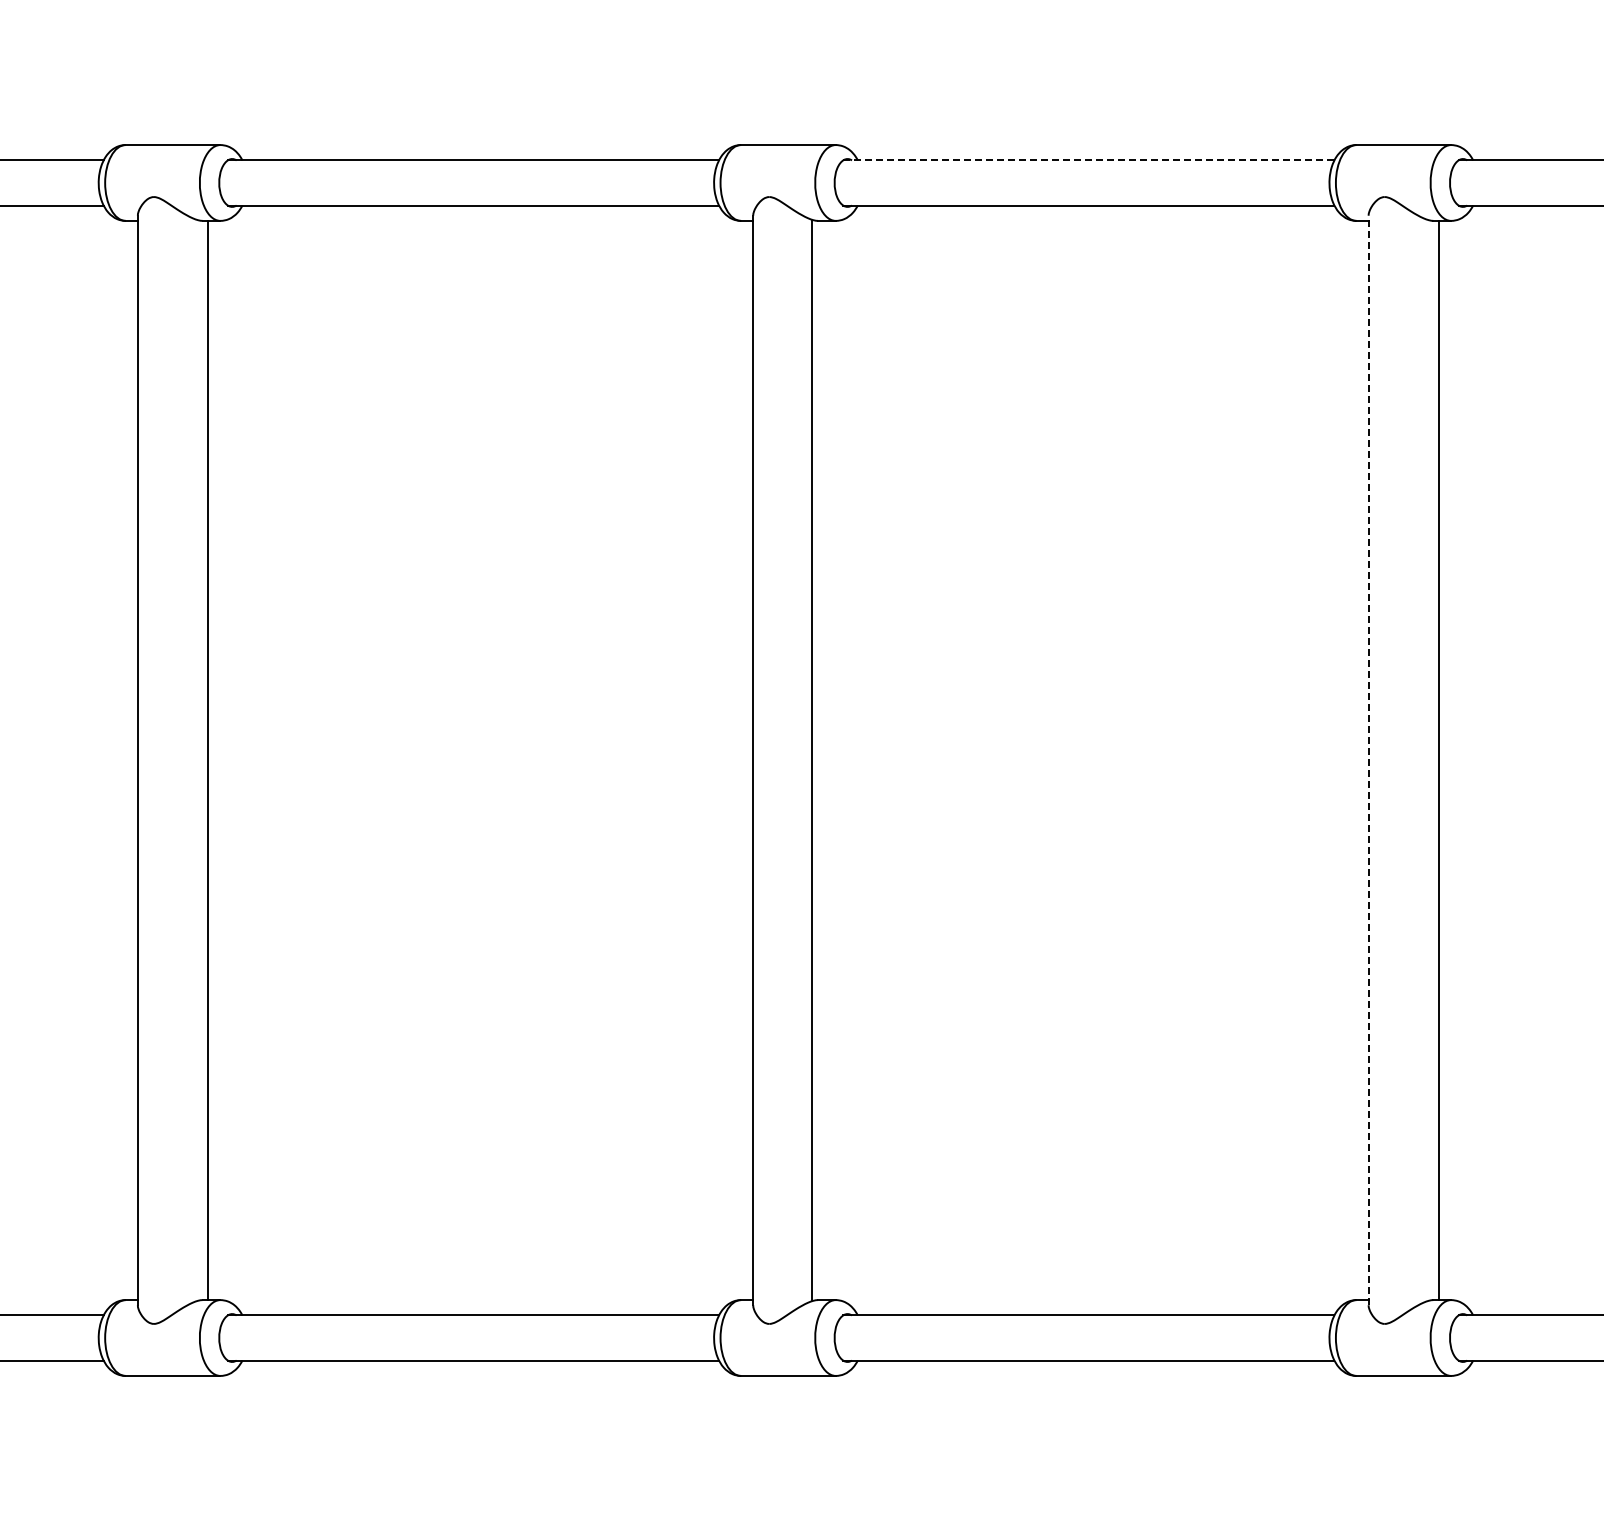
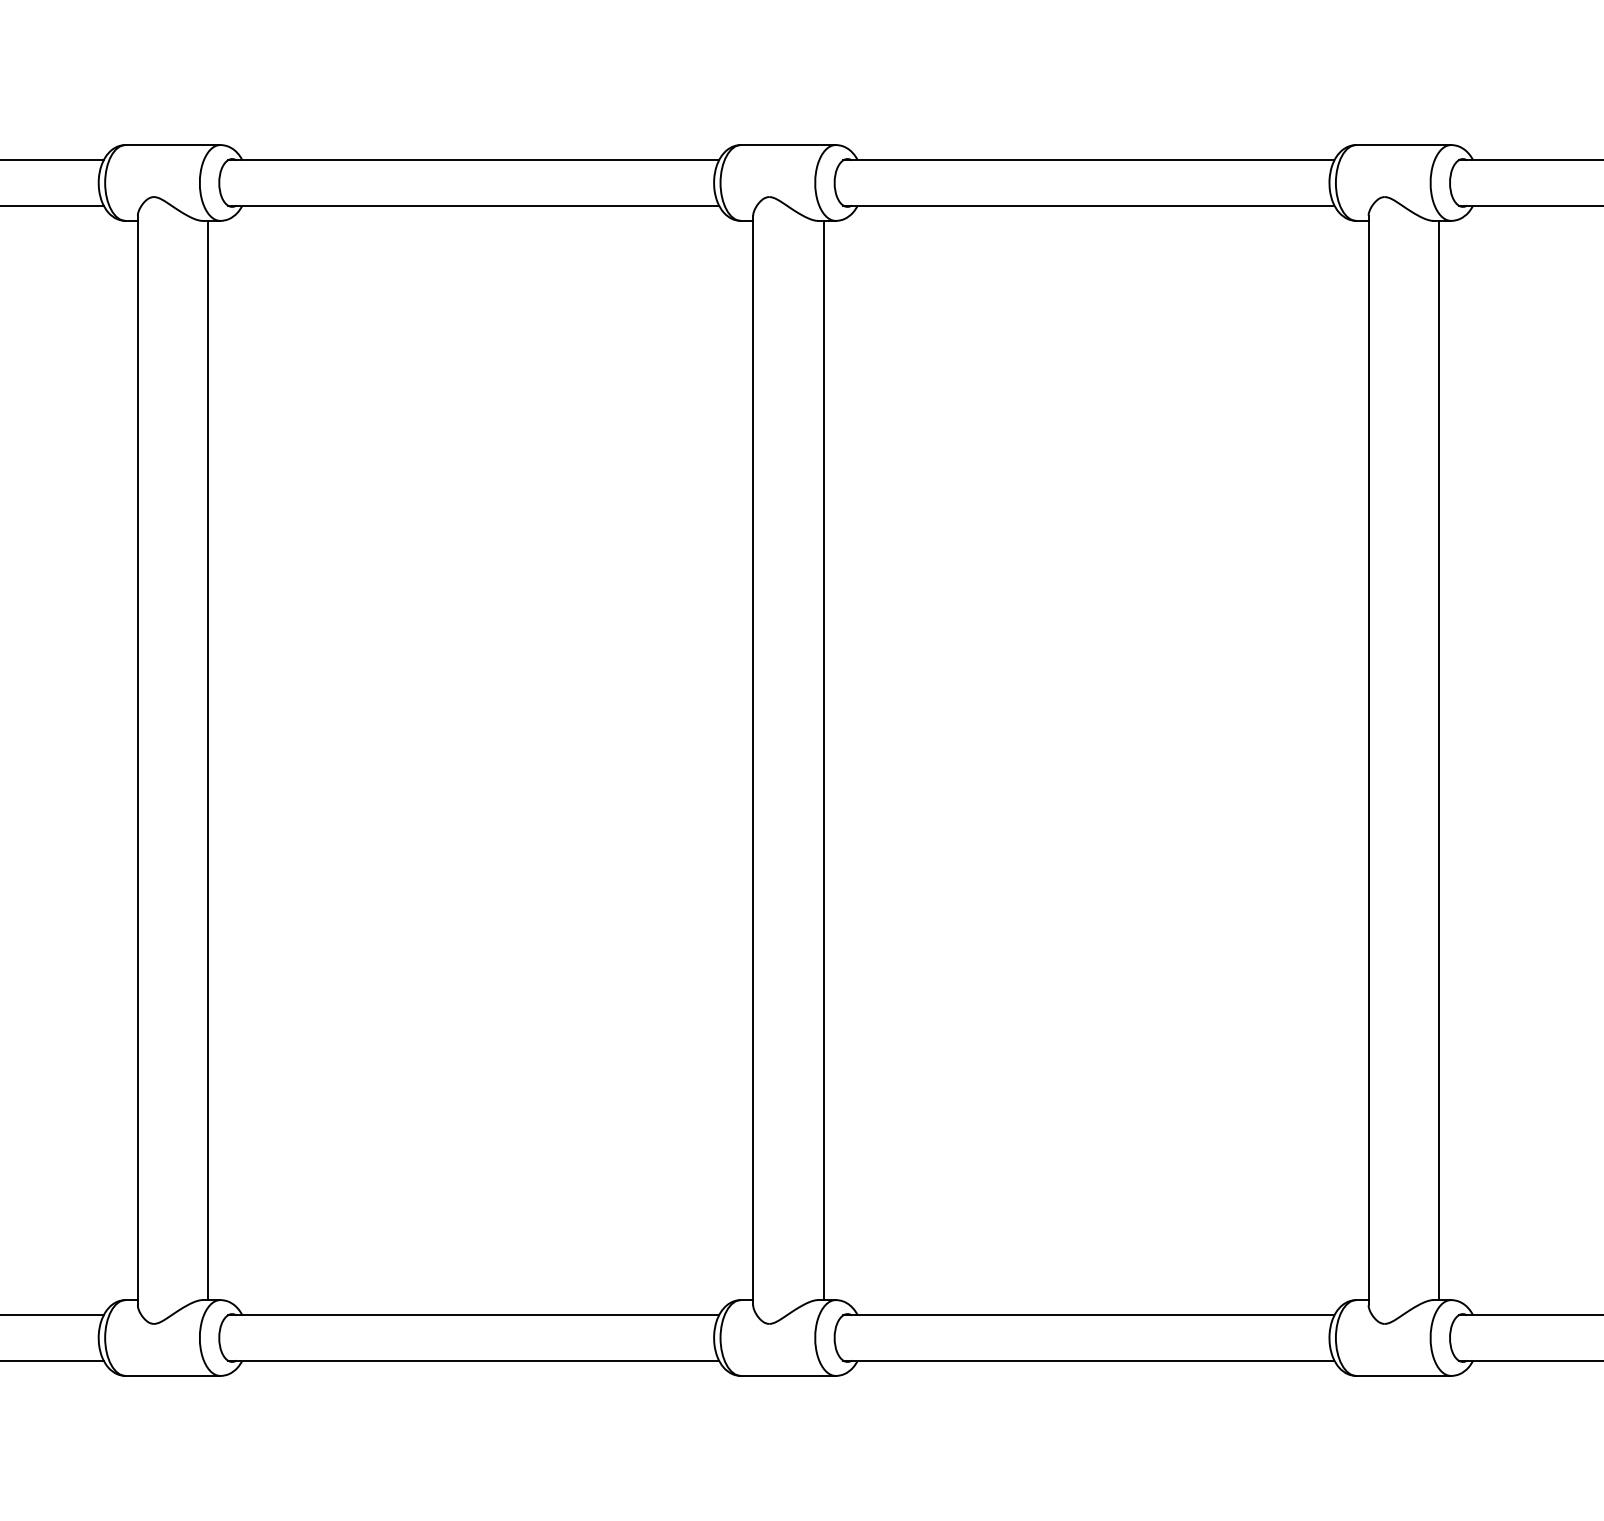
line at (1088, 160): dashed -> solid
line at (811, 760) position: (811, 760) -> (823, 760)
line at (1368, 760): dashed -> solid
